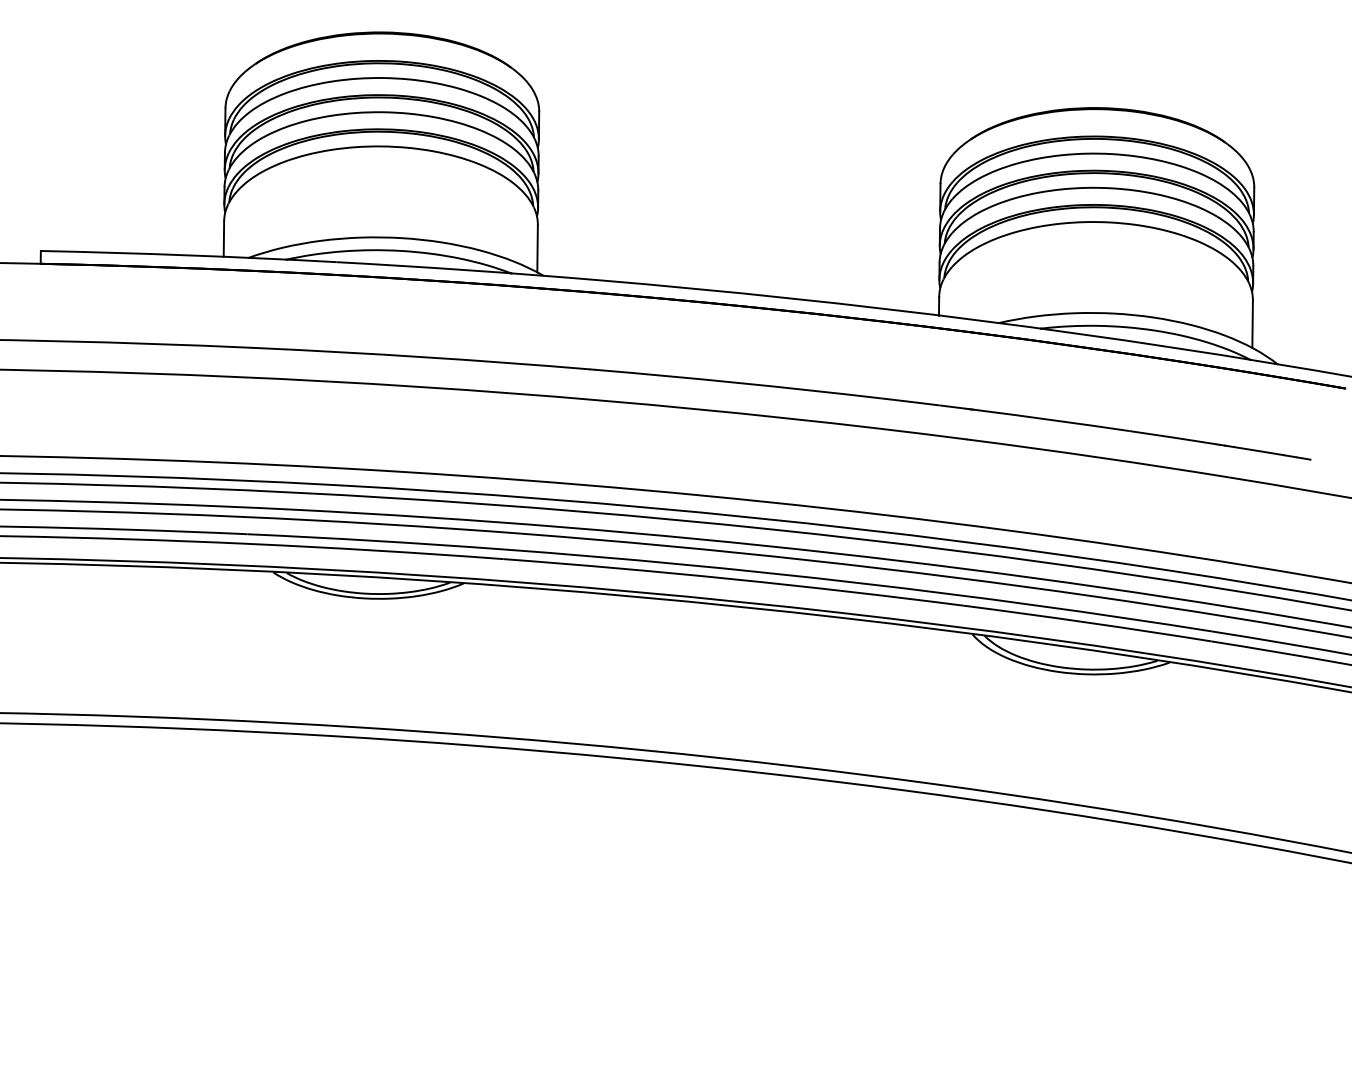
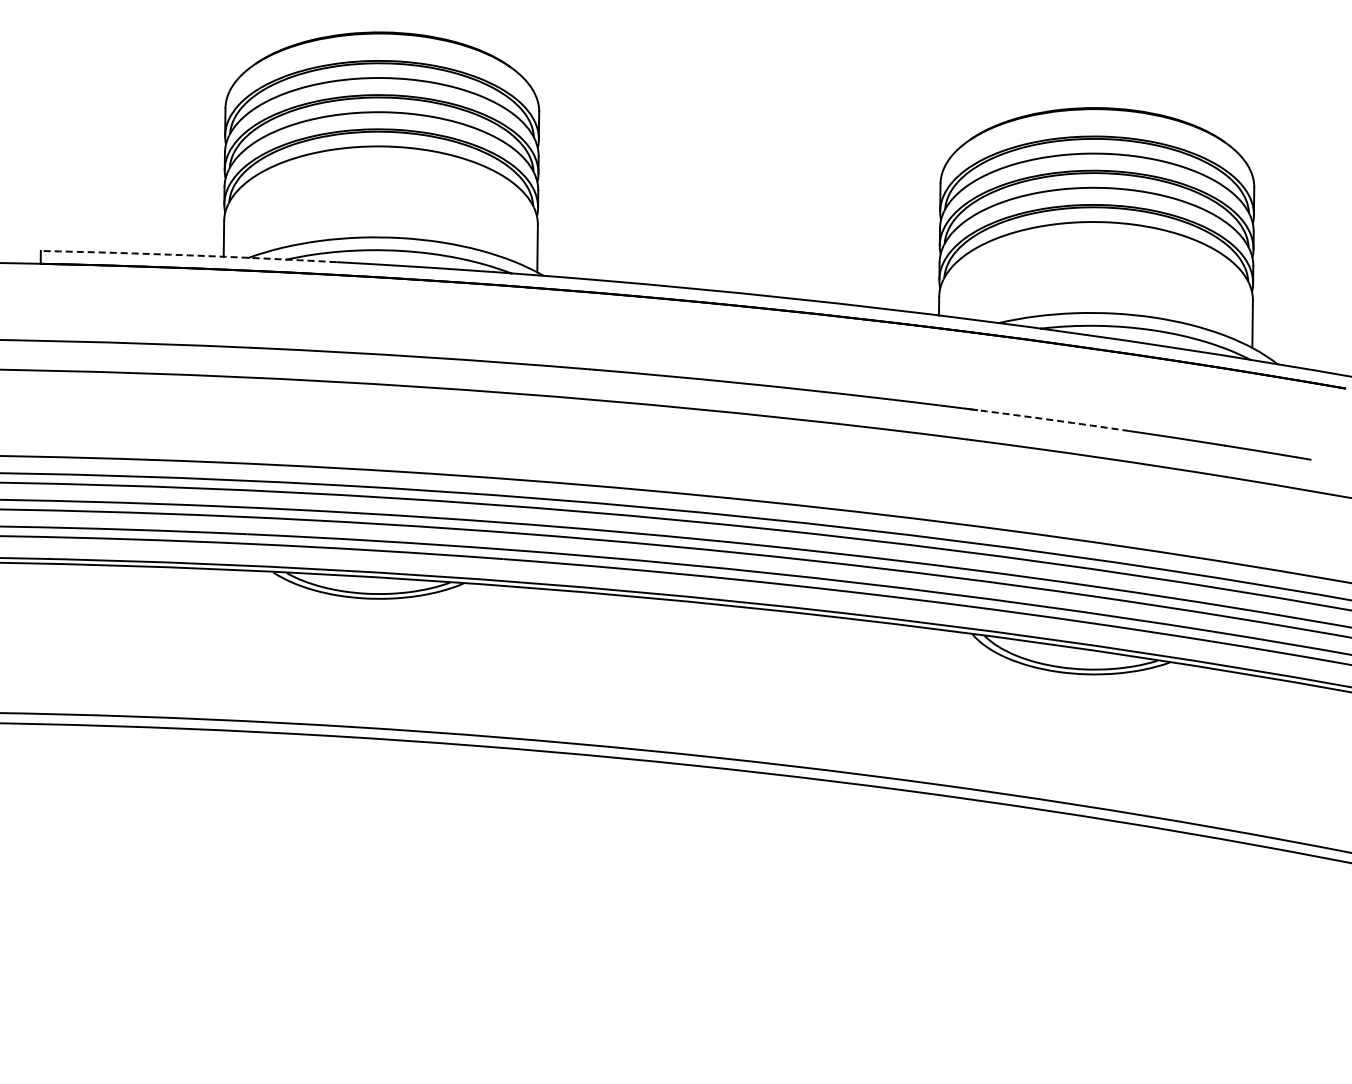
arc at (188, 255): solid -> dashed
arc at (1053, 420): solid -> dashed
